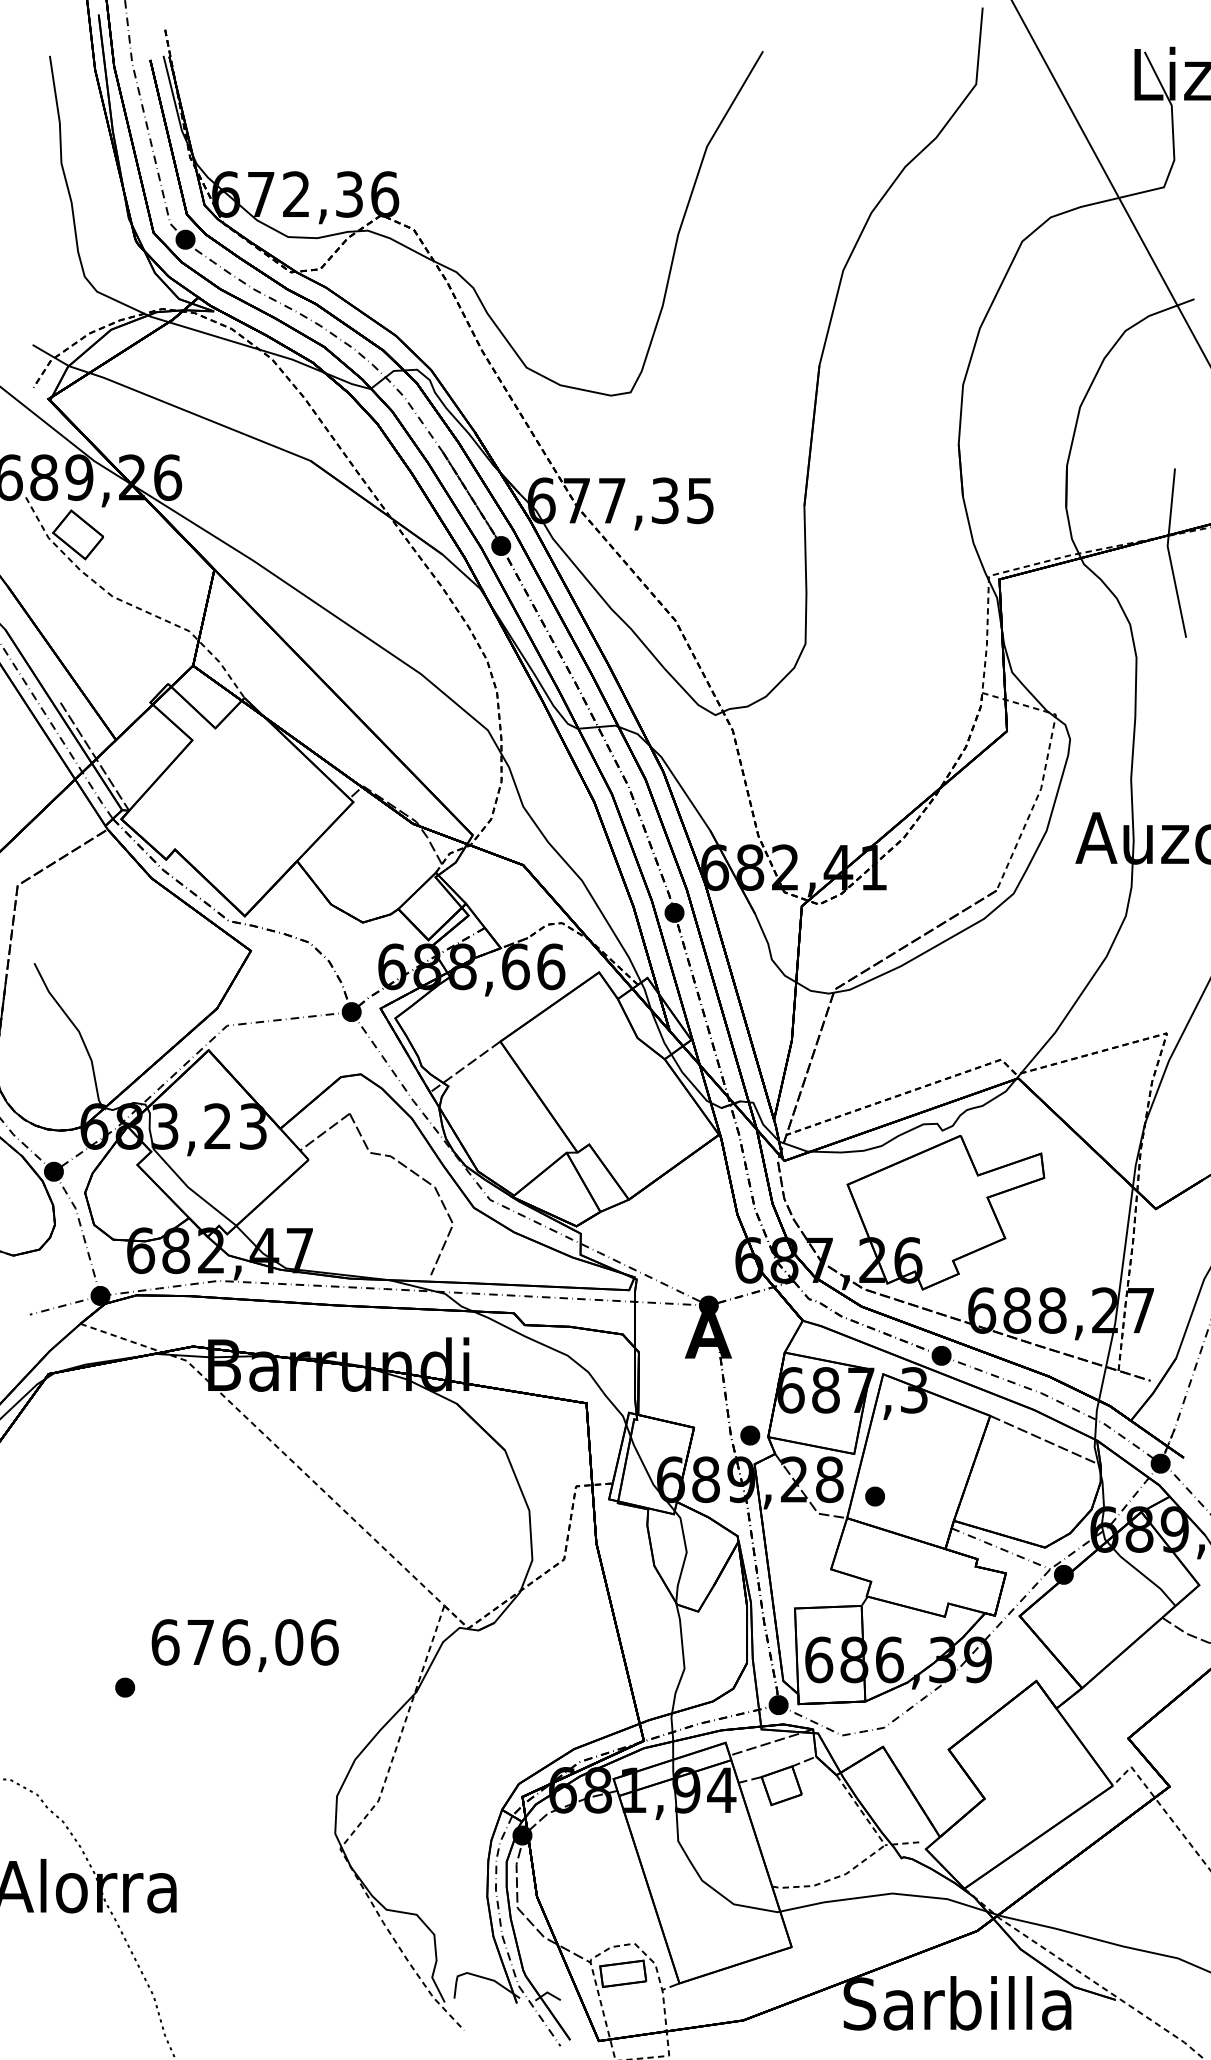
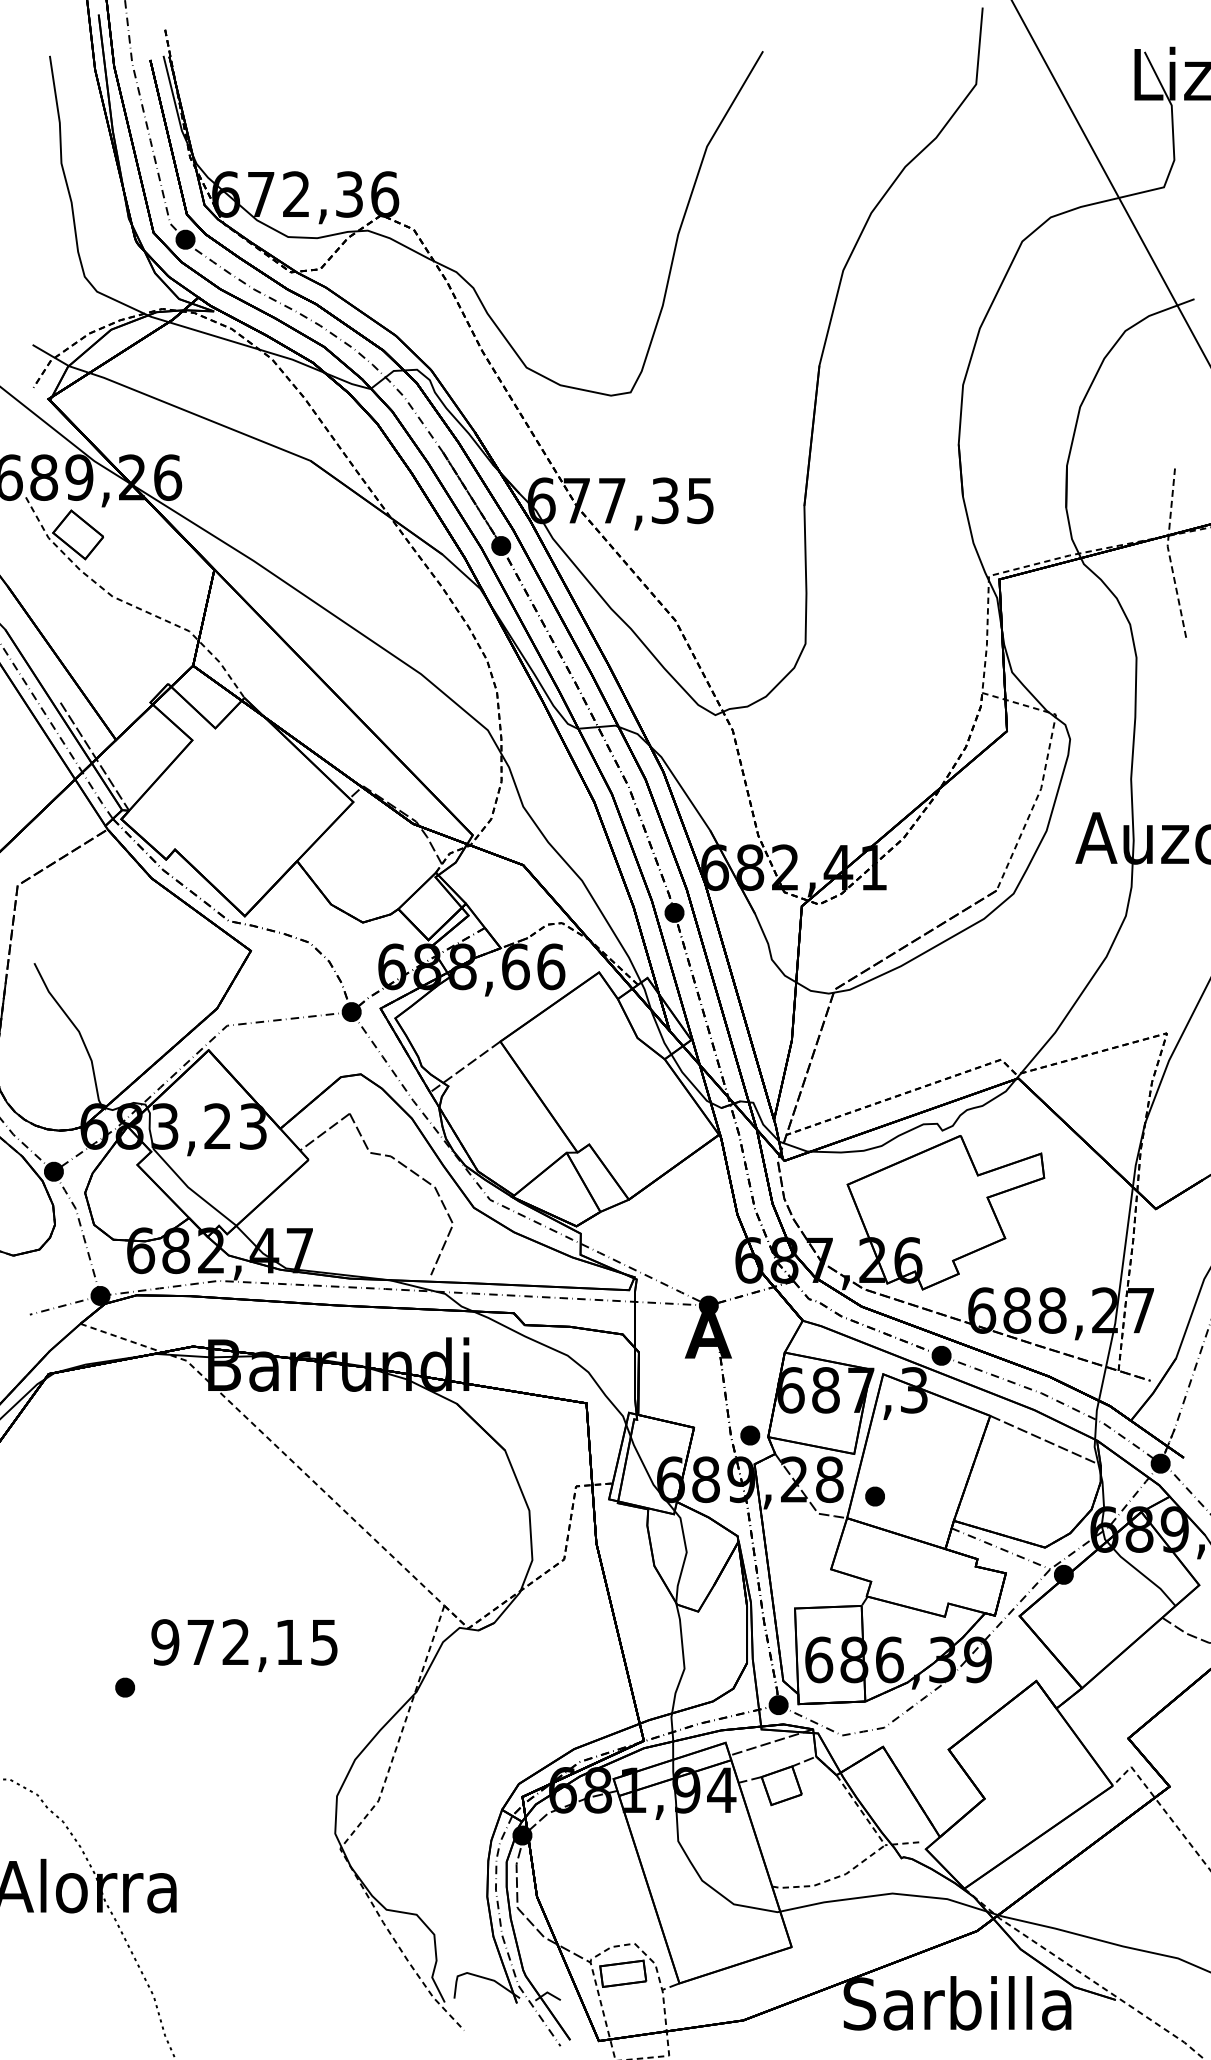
line at (1169, 553): solid -> dashed
text at (244, 1642): 676,06 -> 972,15
